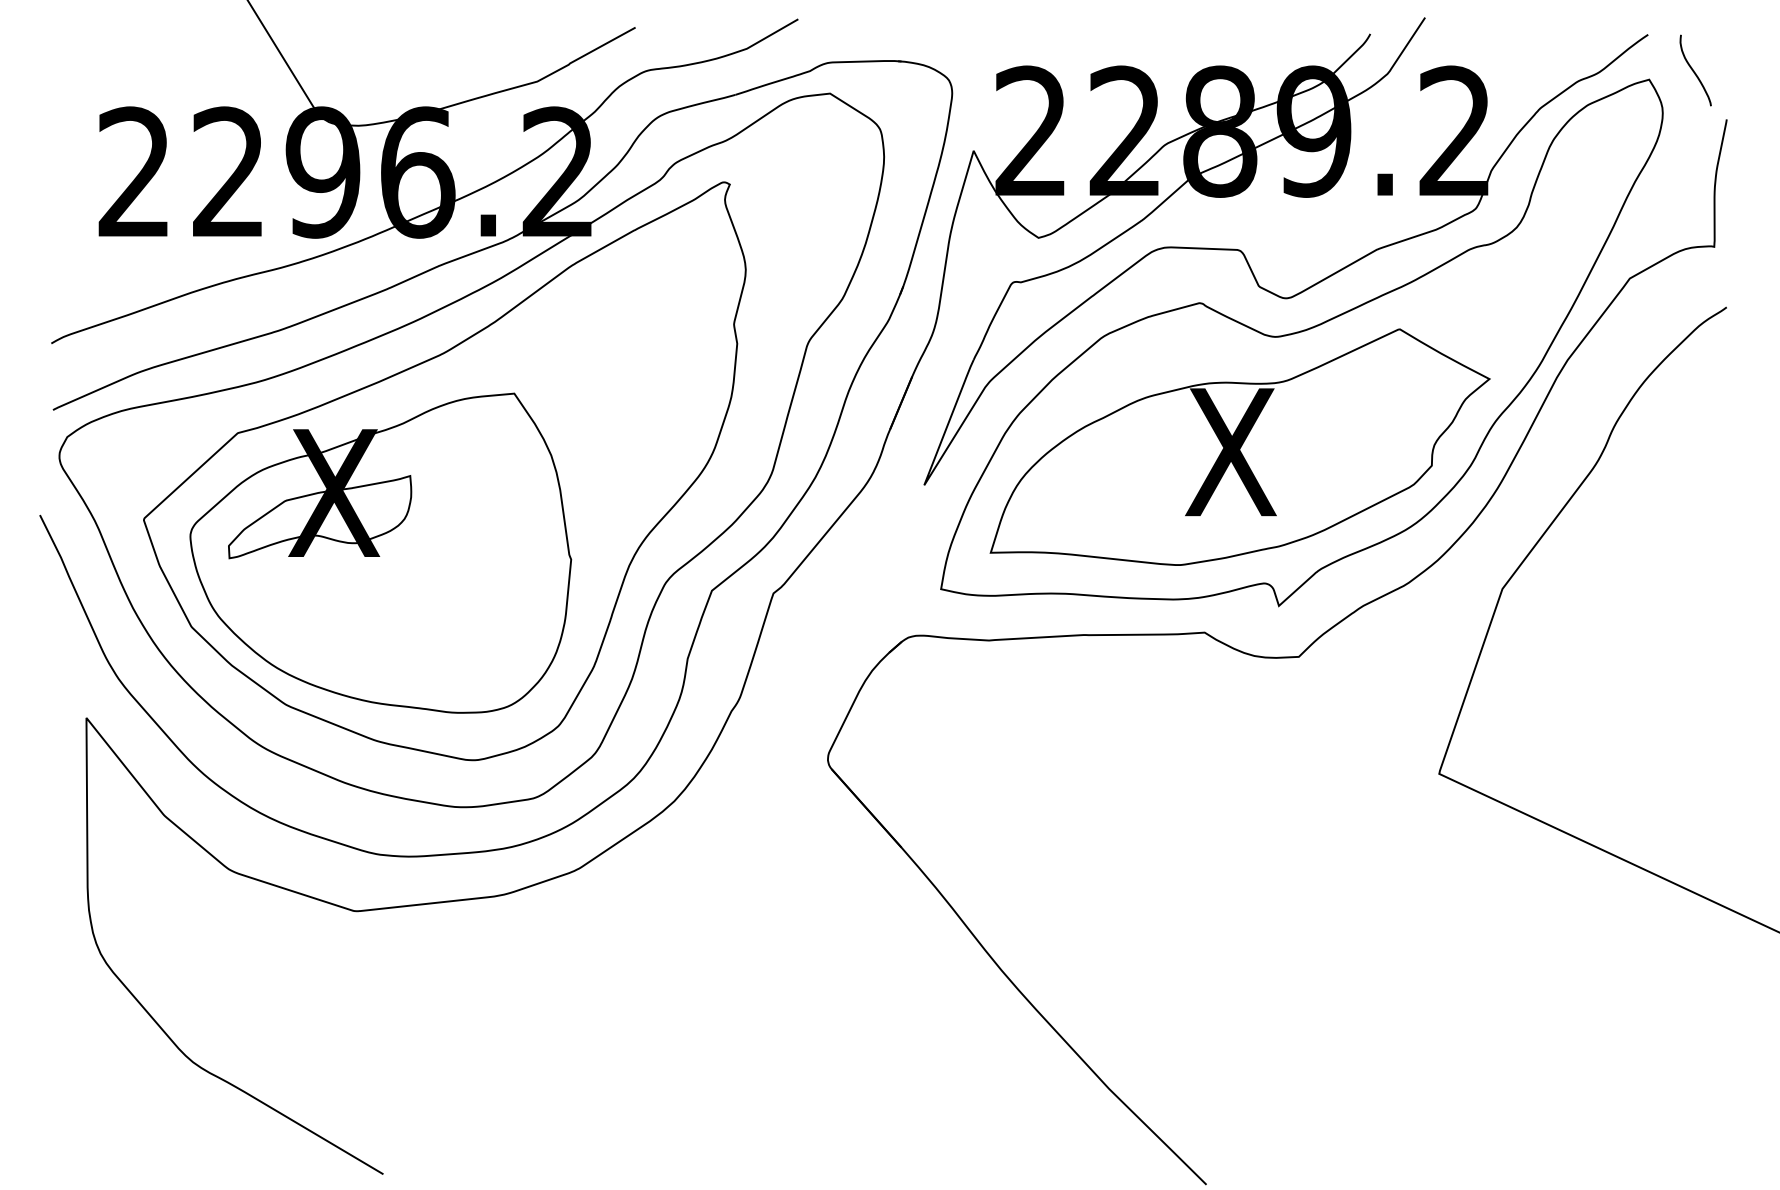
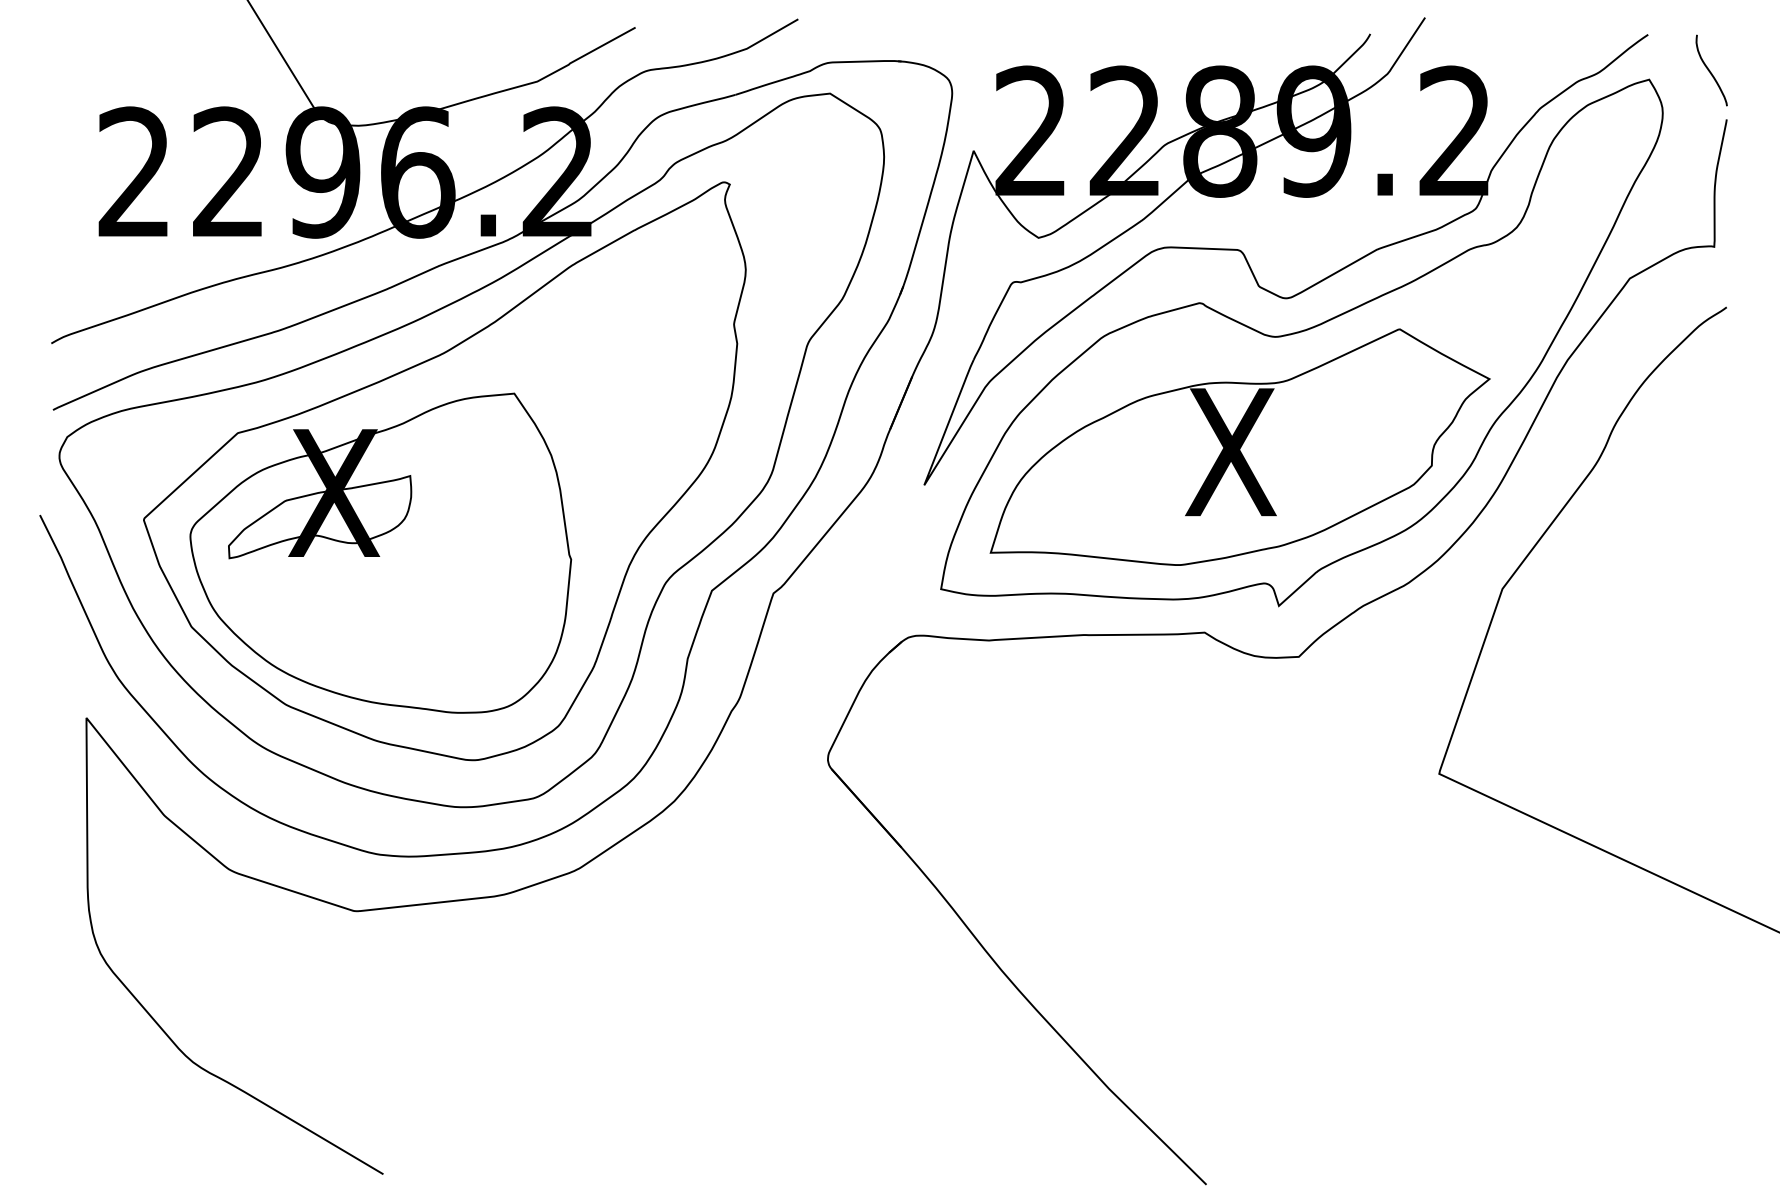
curve at (1694, 70) position: (1694, 70) -> (1710, 70)
